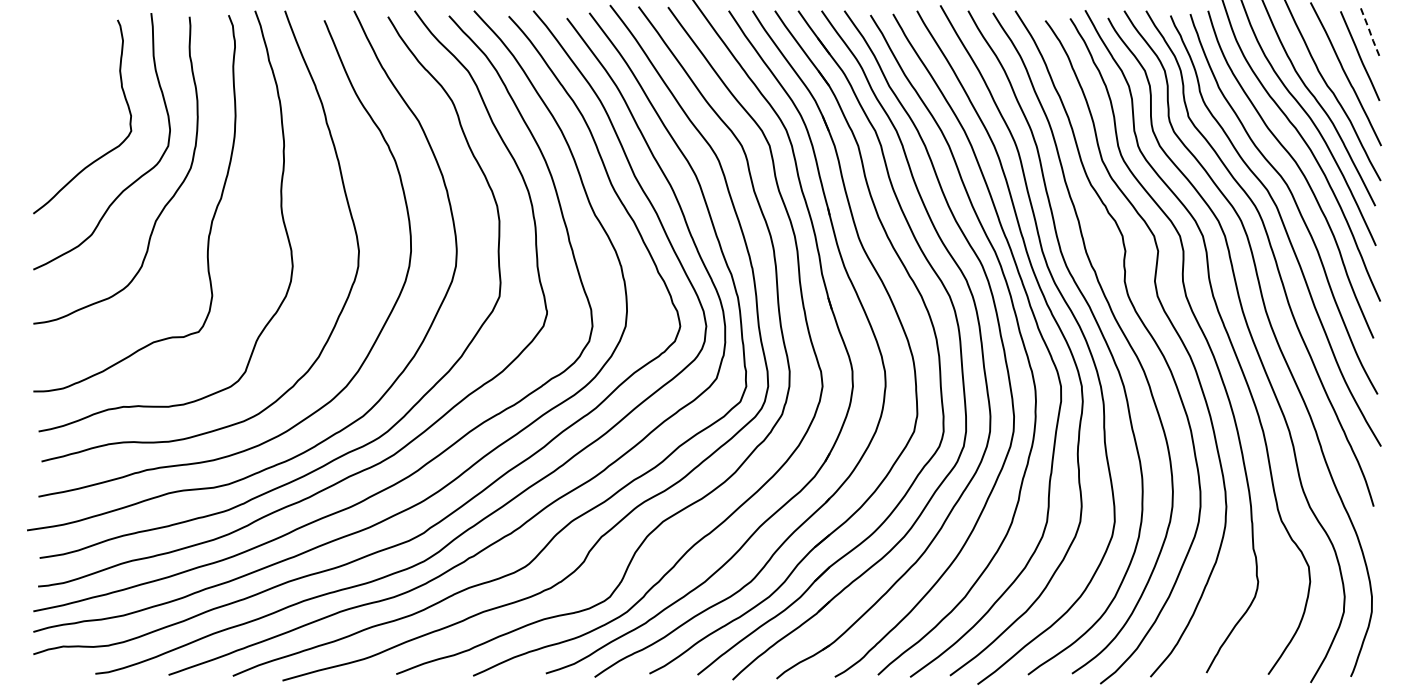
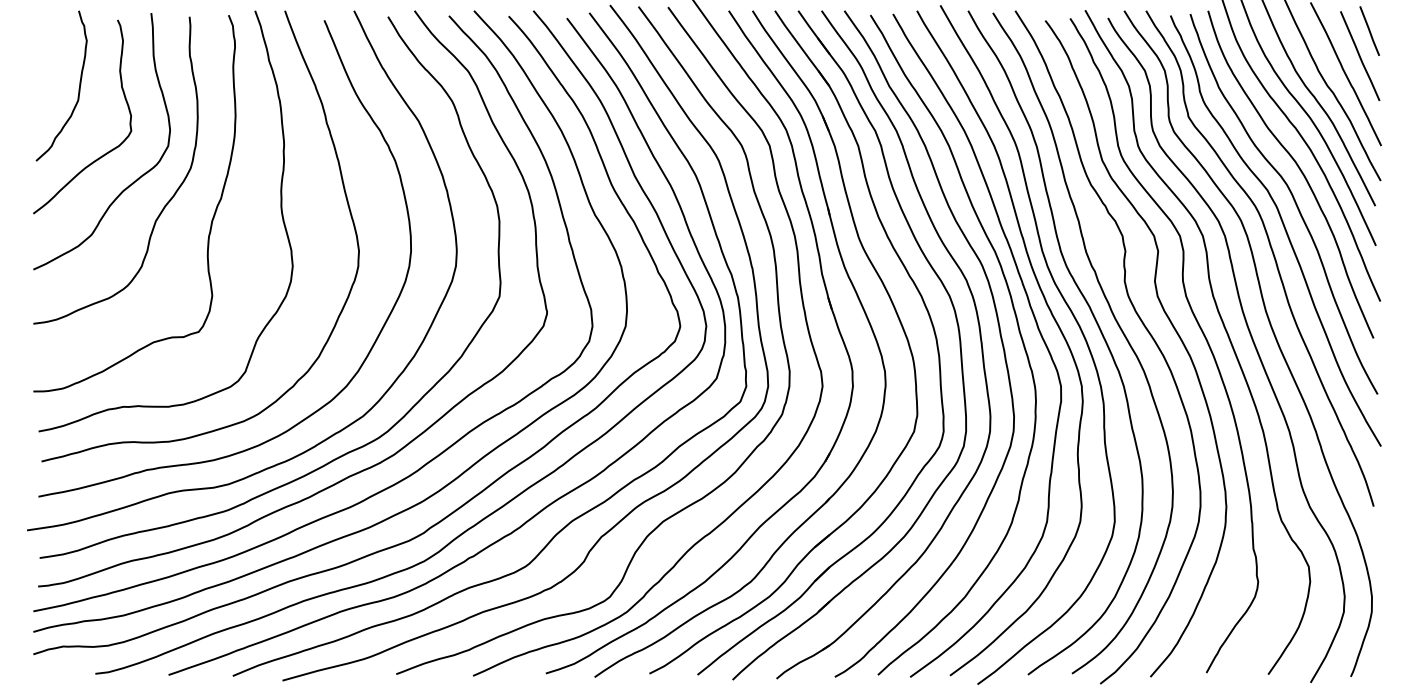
line at (1369, 30): dashed -> solid
curve at (78, 88): none -> present
